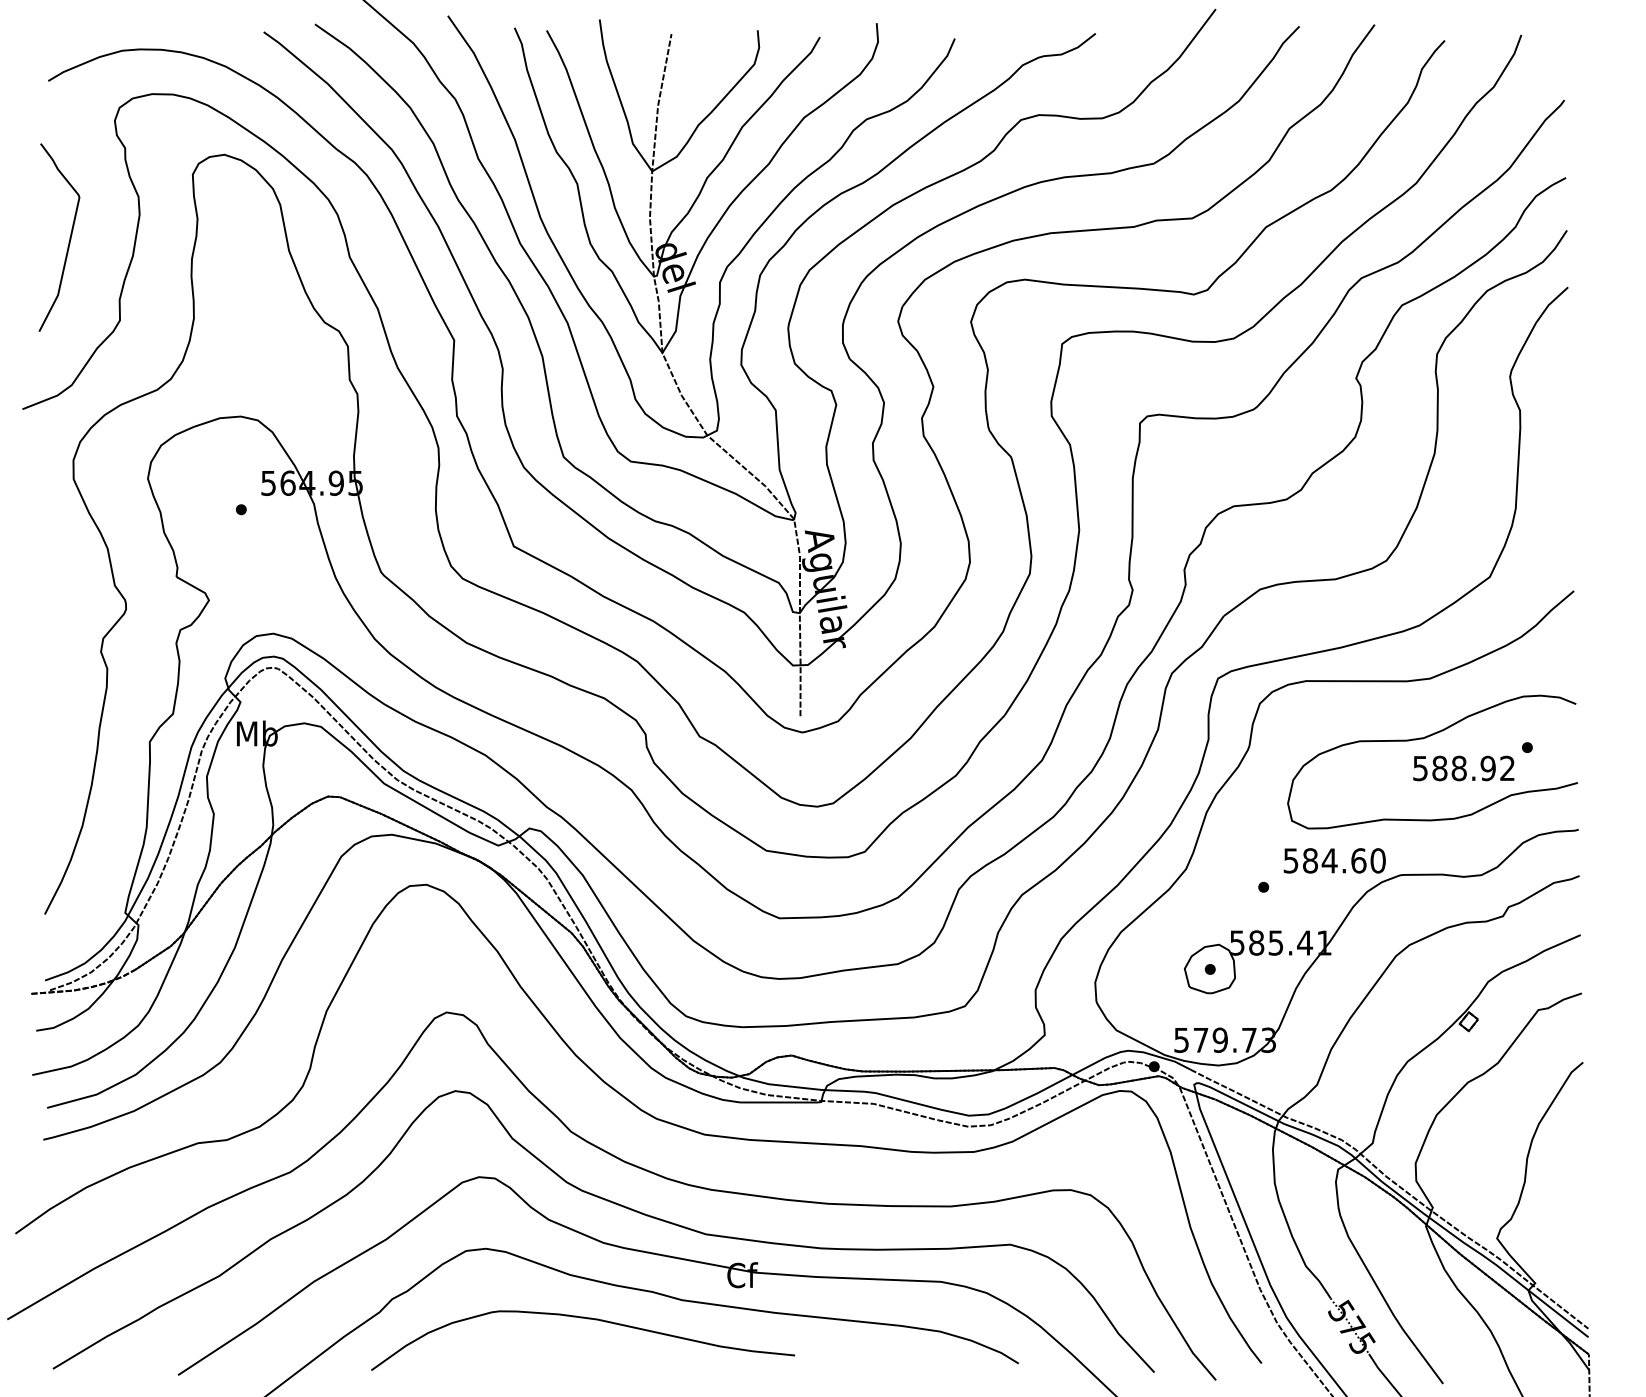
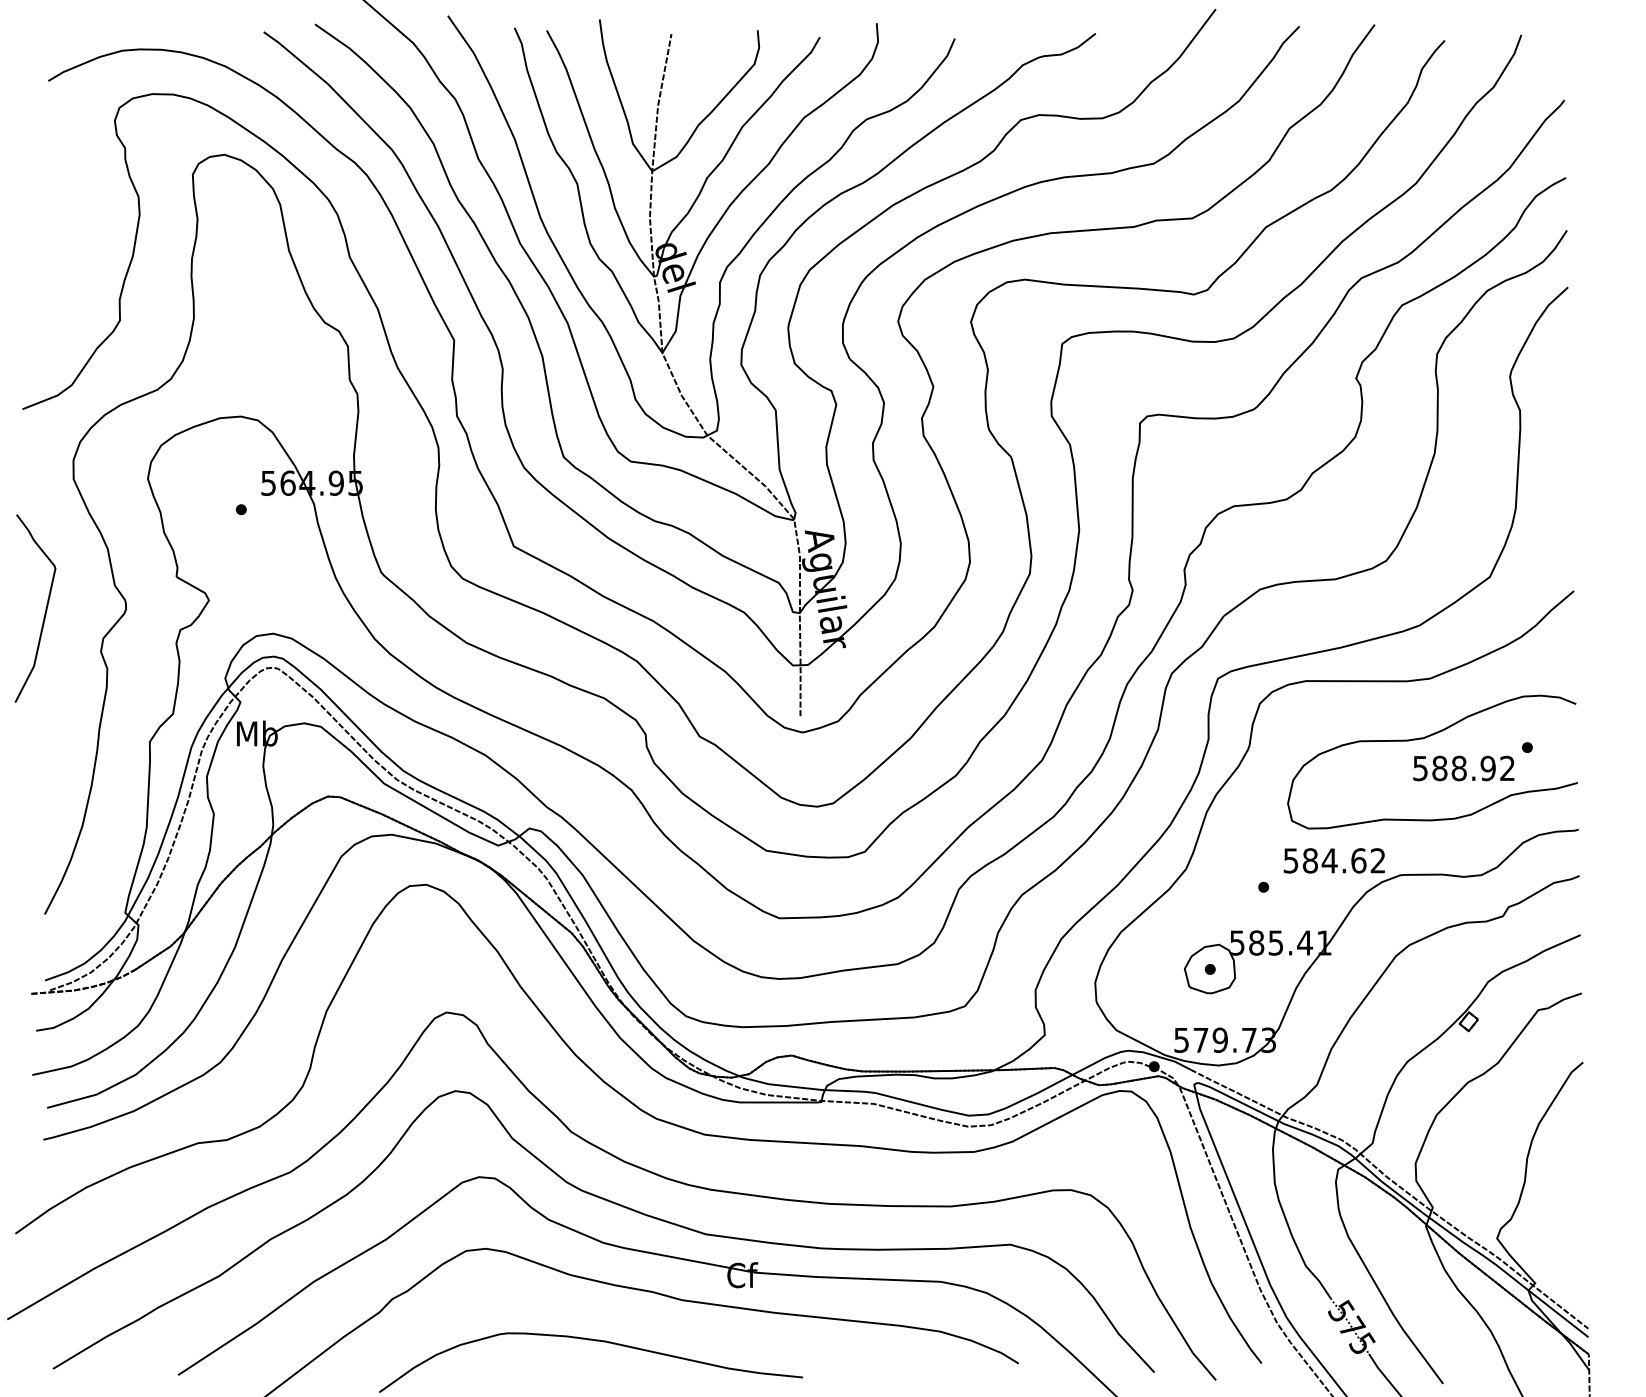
curve at (69, 237) position: (69, 237) -> (45, 608)
text at (1377, 860): 584.60 -> 584.62
curve at (587, 1319) position: (587, 1319) -> (595, 1341)
